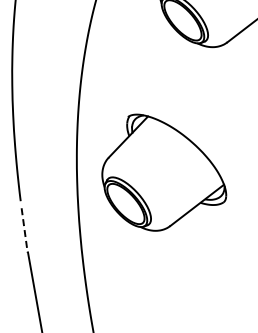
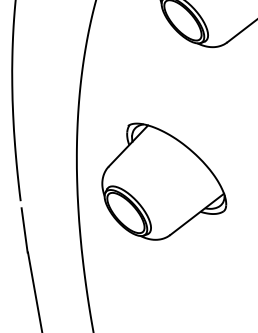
part at (164, 172) position: (164, 172) -> (164, 181)
line at (24, 230): dashed -> solid
